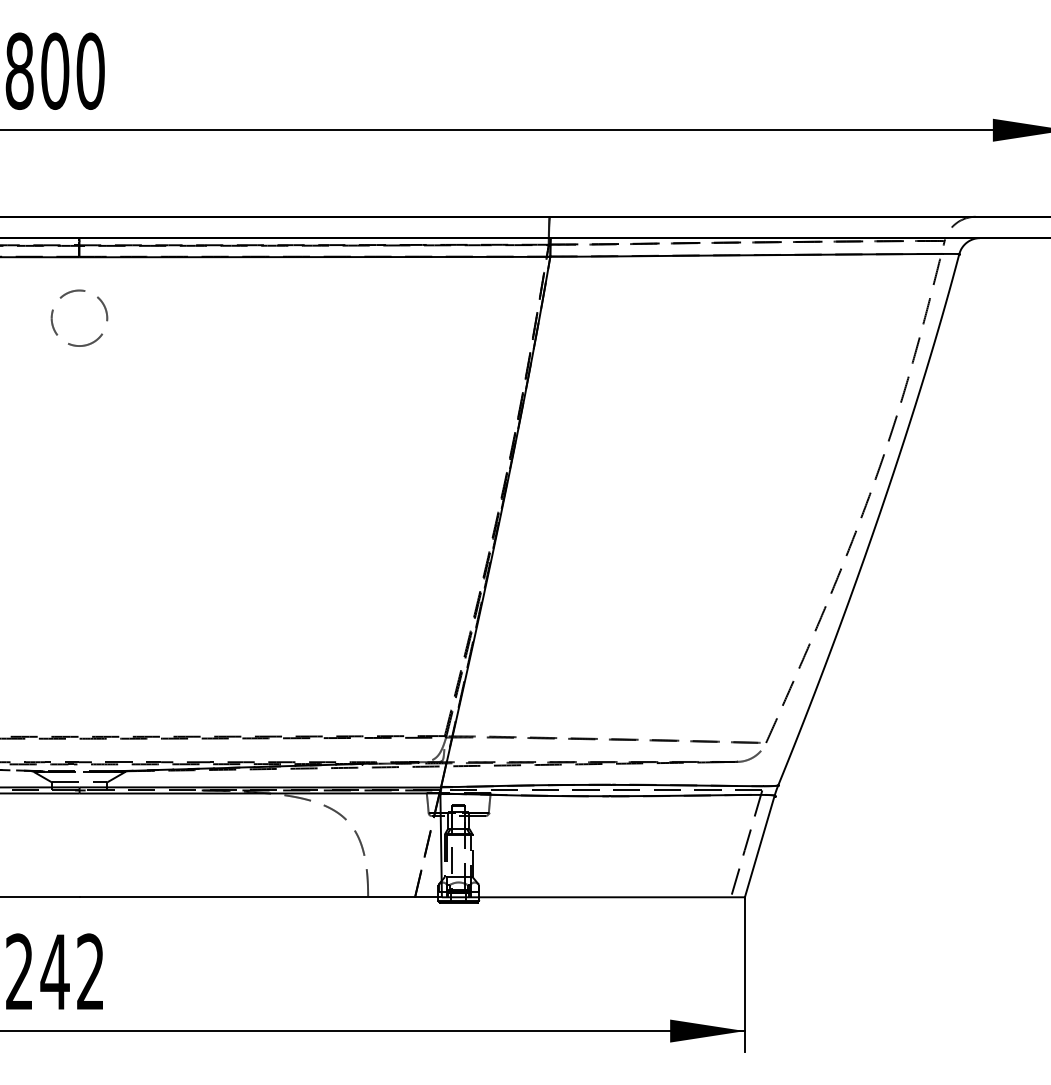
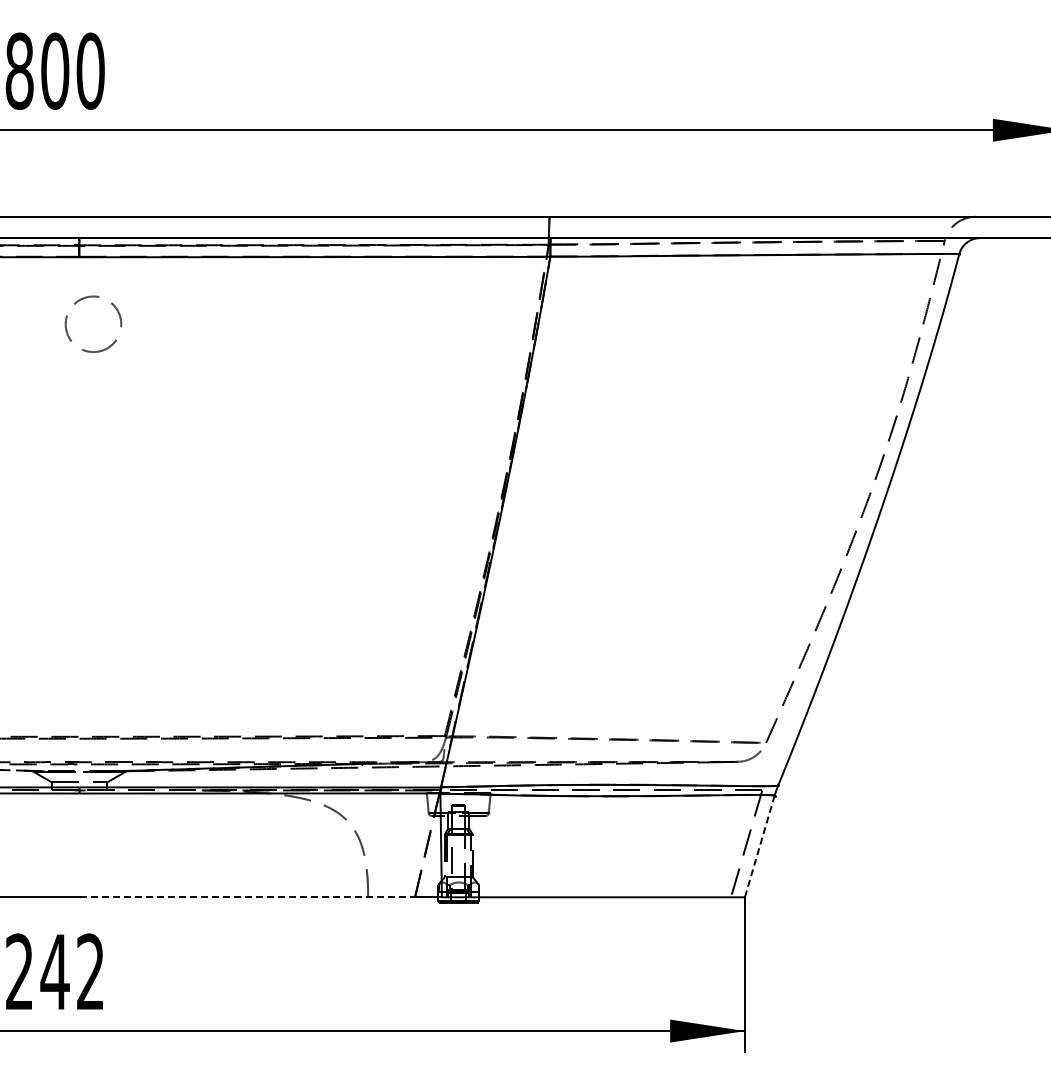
part at (73, 292) position: (73, 292) -> (87, 298)
line at (759, 846): solid -> dashed
line at (247, 897): solid -> dashed
